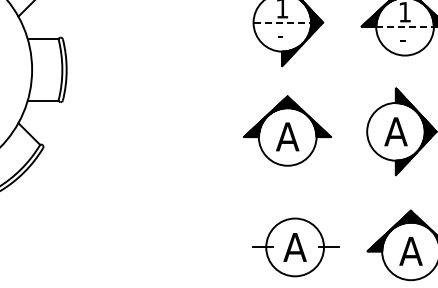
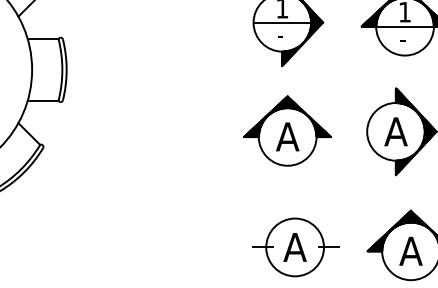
line at (282, 22): dashed -> solid
line at (405, 26): dashed -> solid
